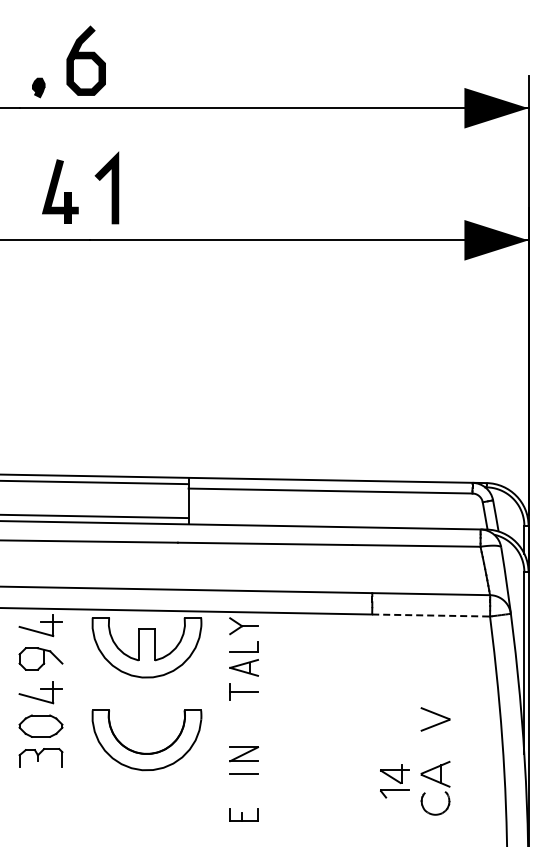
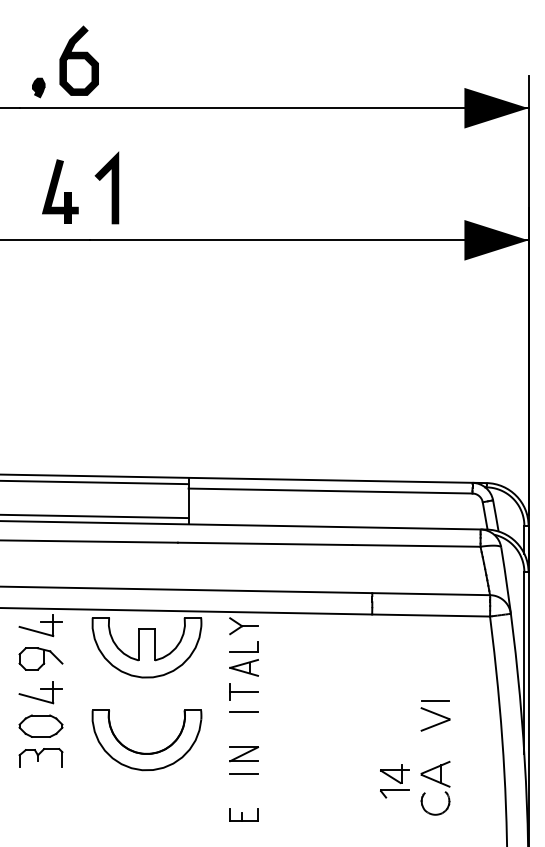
curve at (85, 59) position: (85, 59) -> (78, 59)
line at (431, 615): dashed -> solid
line at (435, 700): none -> present
line at (244, 712): none -> present
